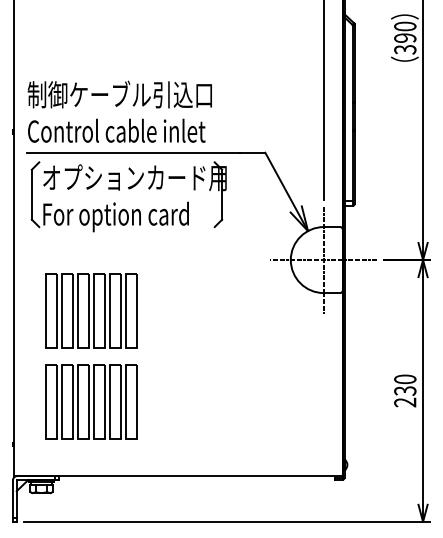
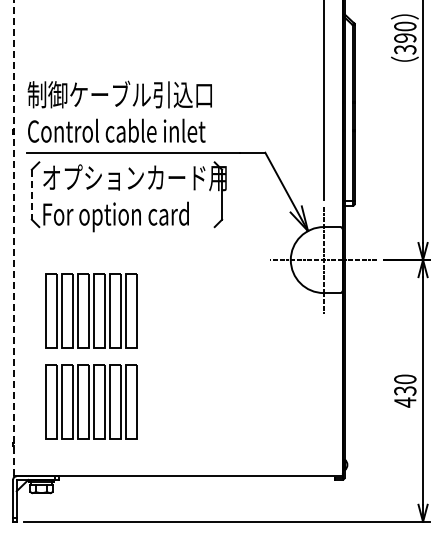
line at (31, 194): solid -> dashed
line at (14, 238): solid -> dashed
text at (405, 402): 230 -> 430
